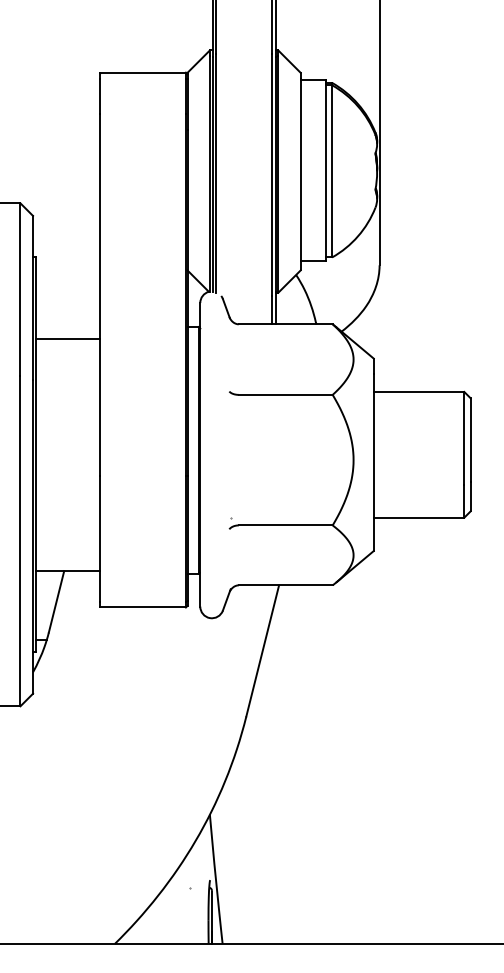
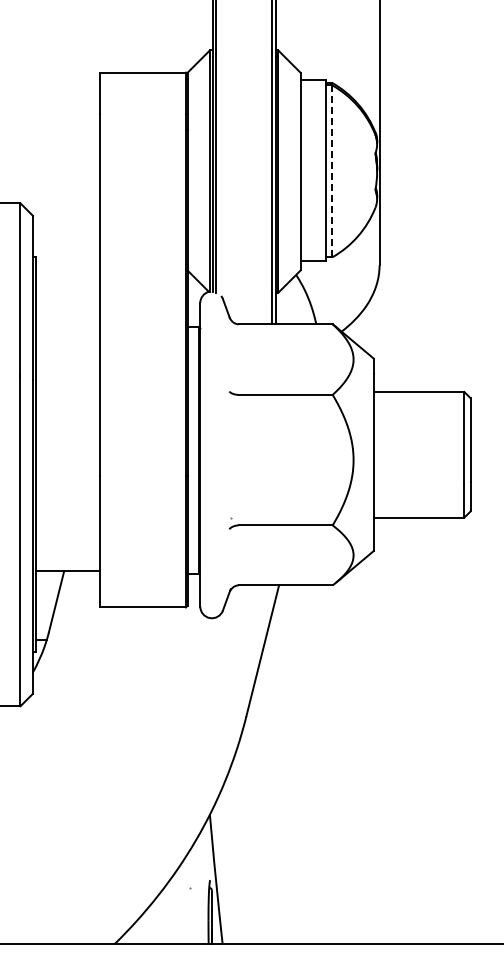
line at (332, 171): solid -> dashed
line at (67, 338): present -> none
